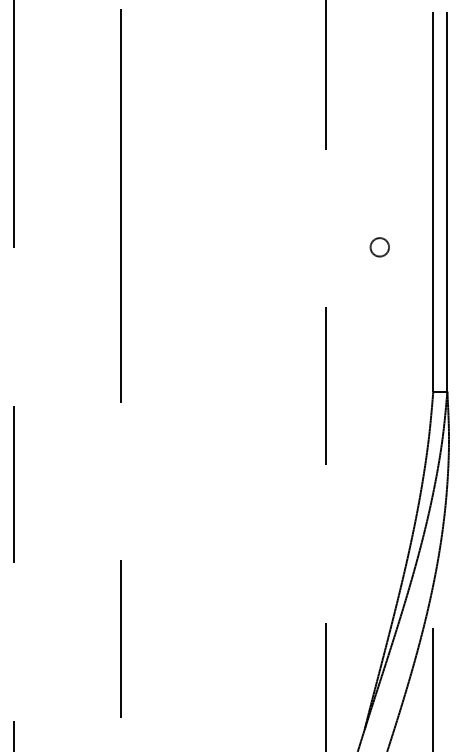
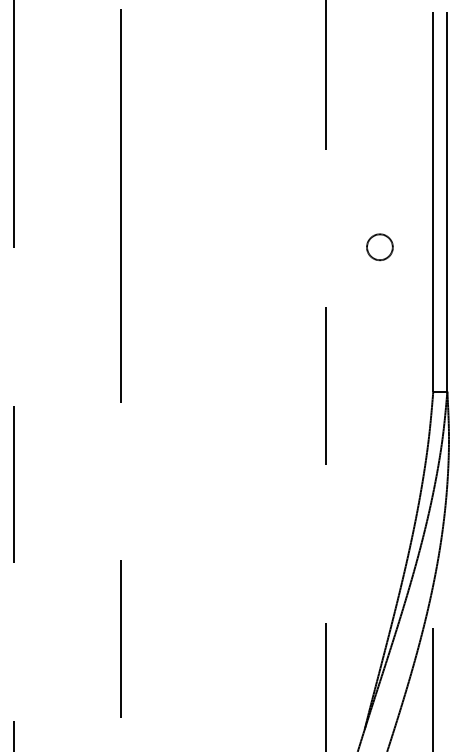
circle at (379, 247) size: 21x21 px -> 28x29 px
